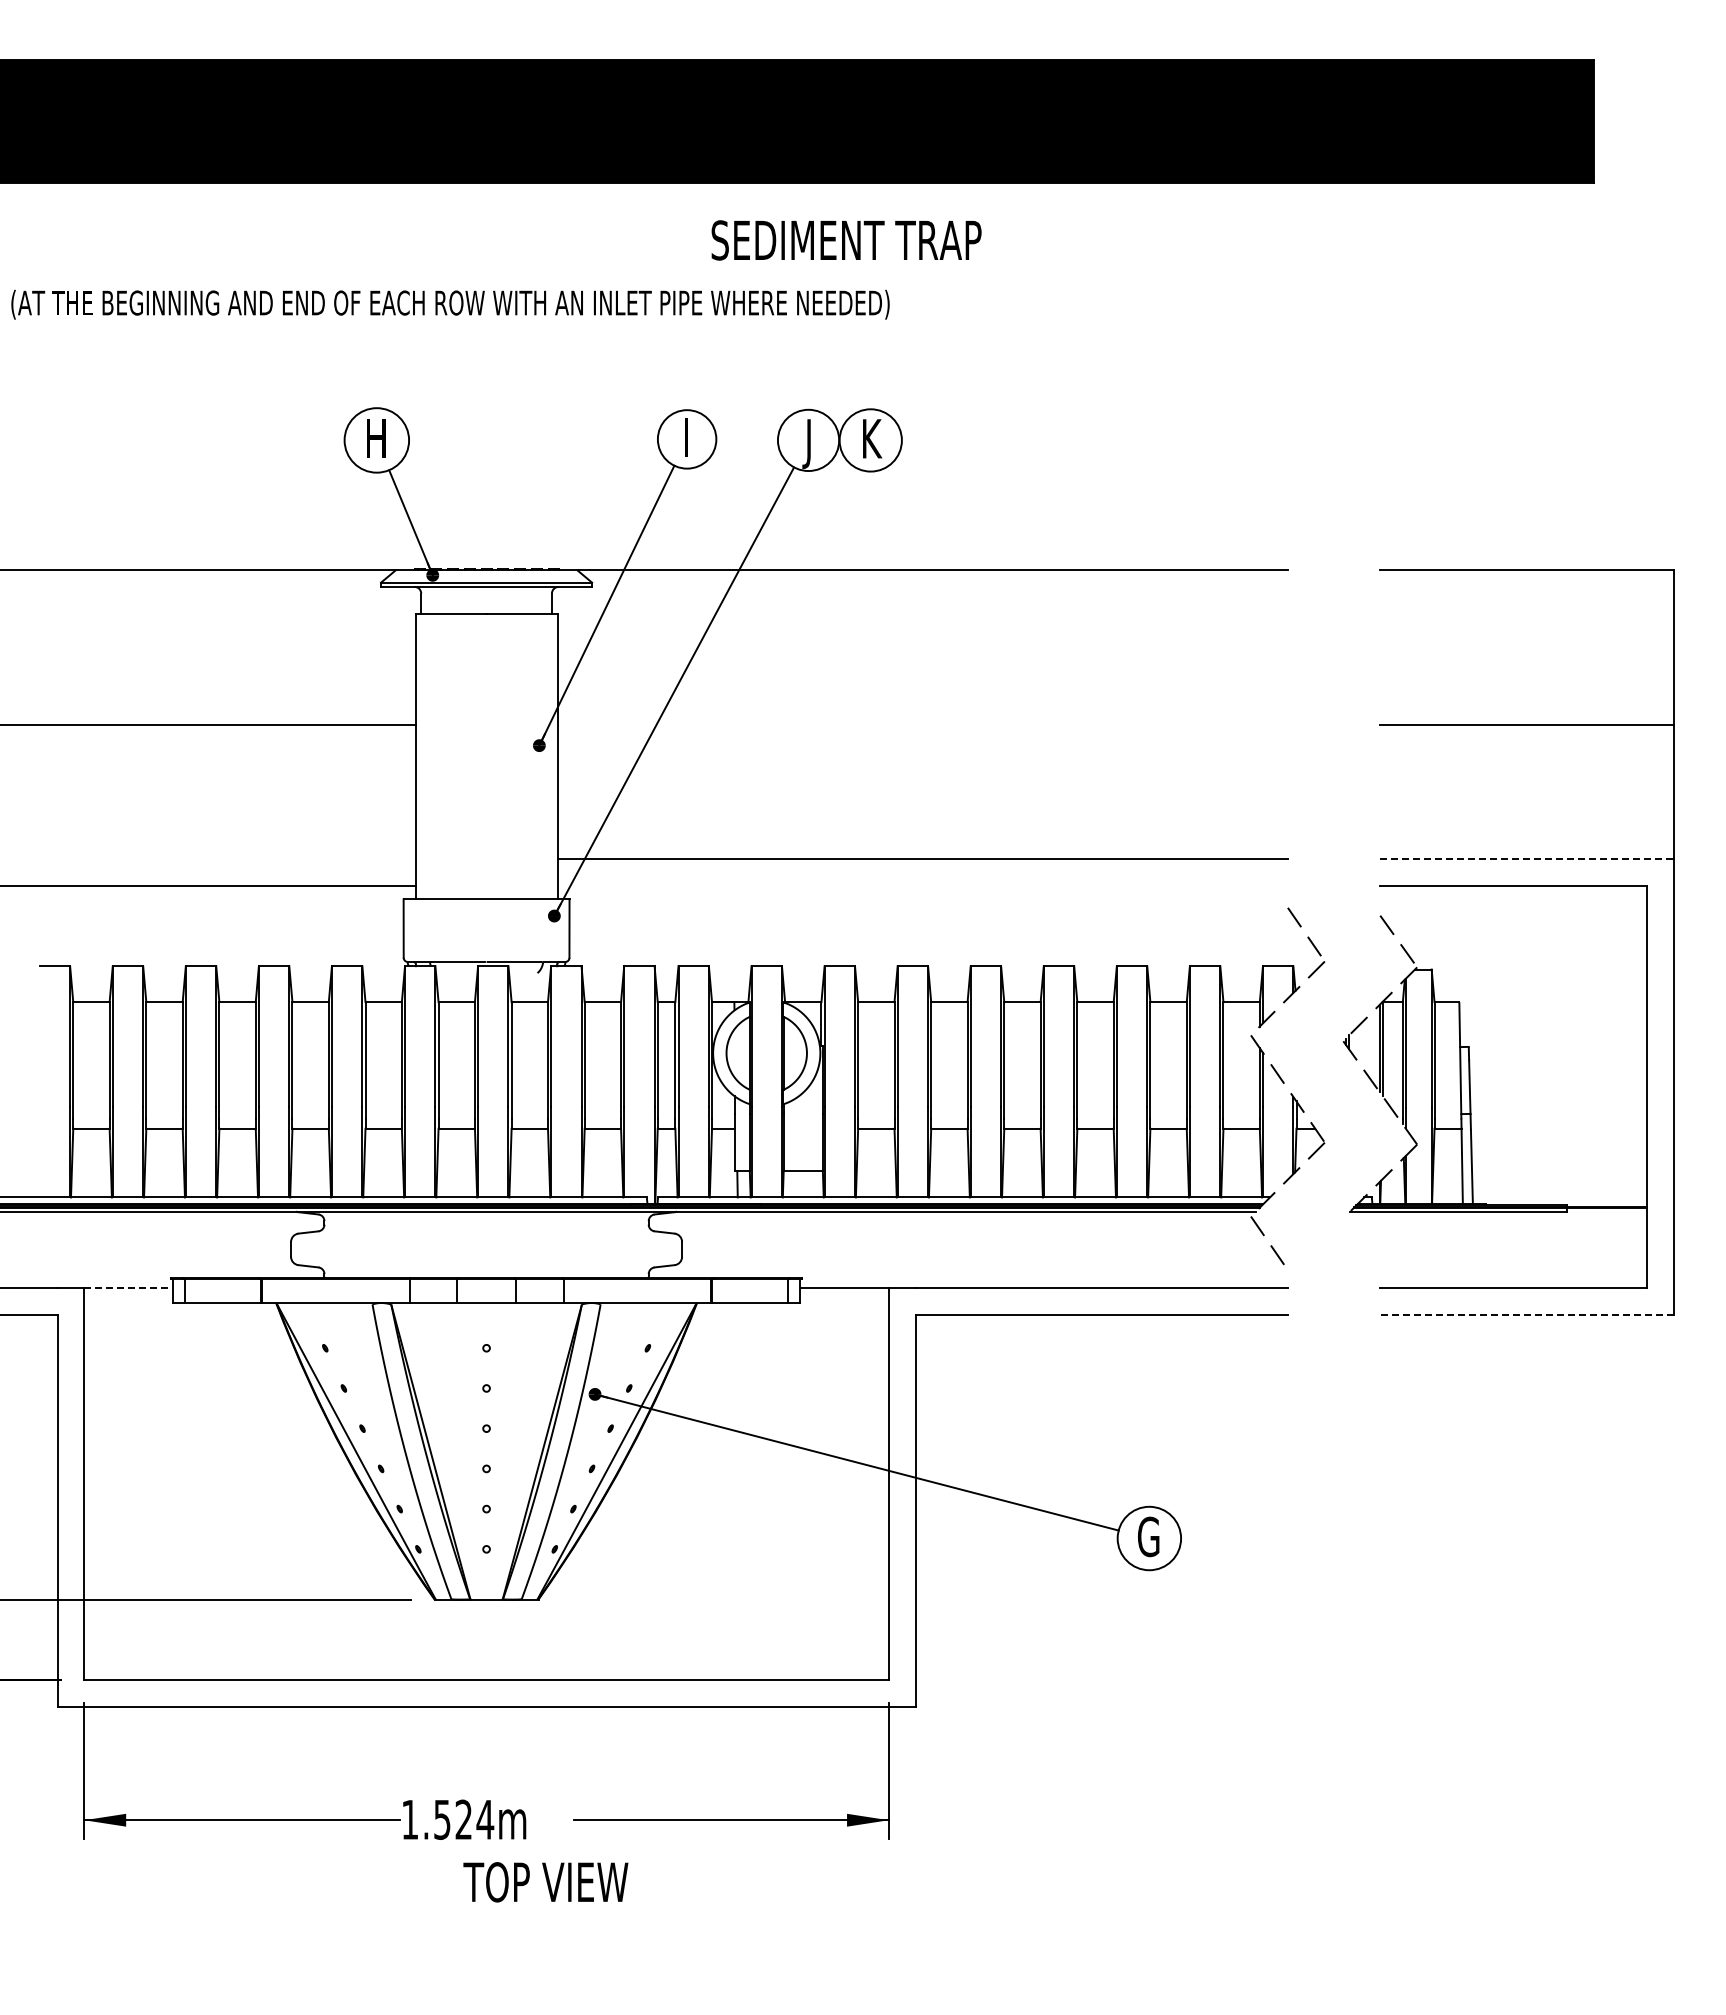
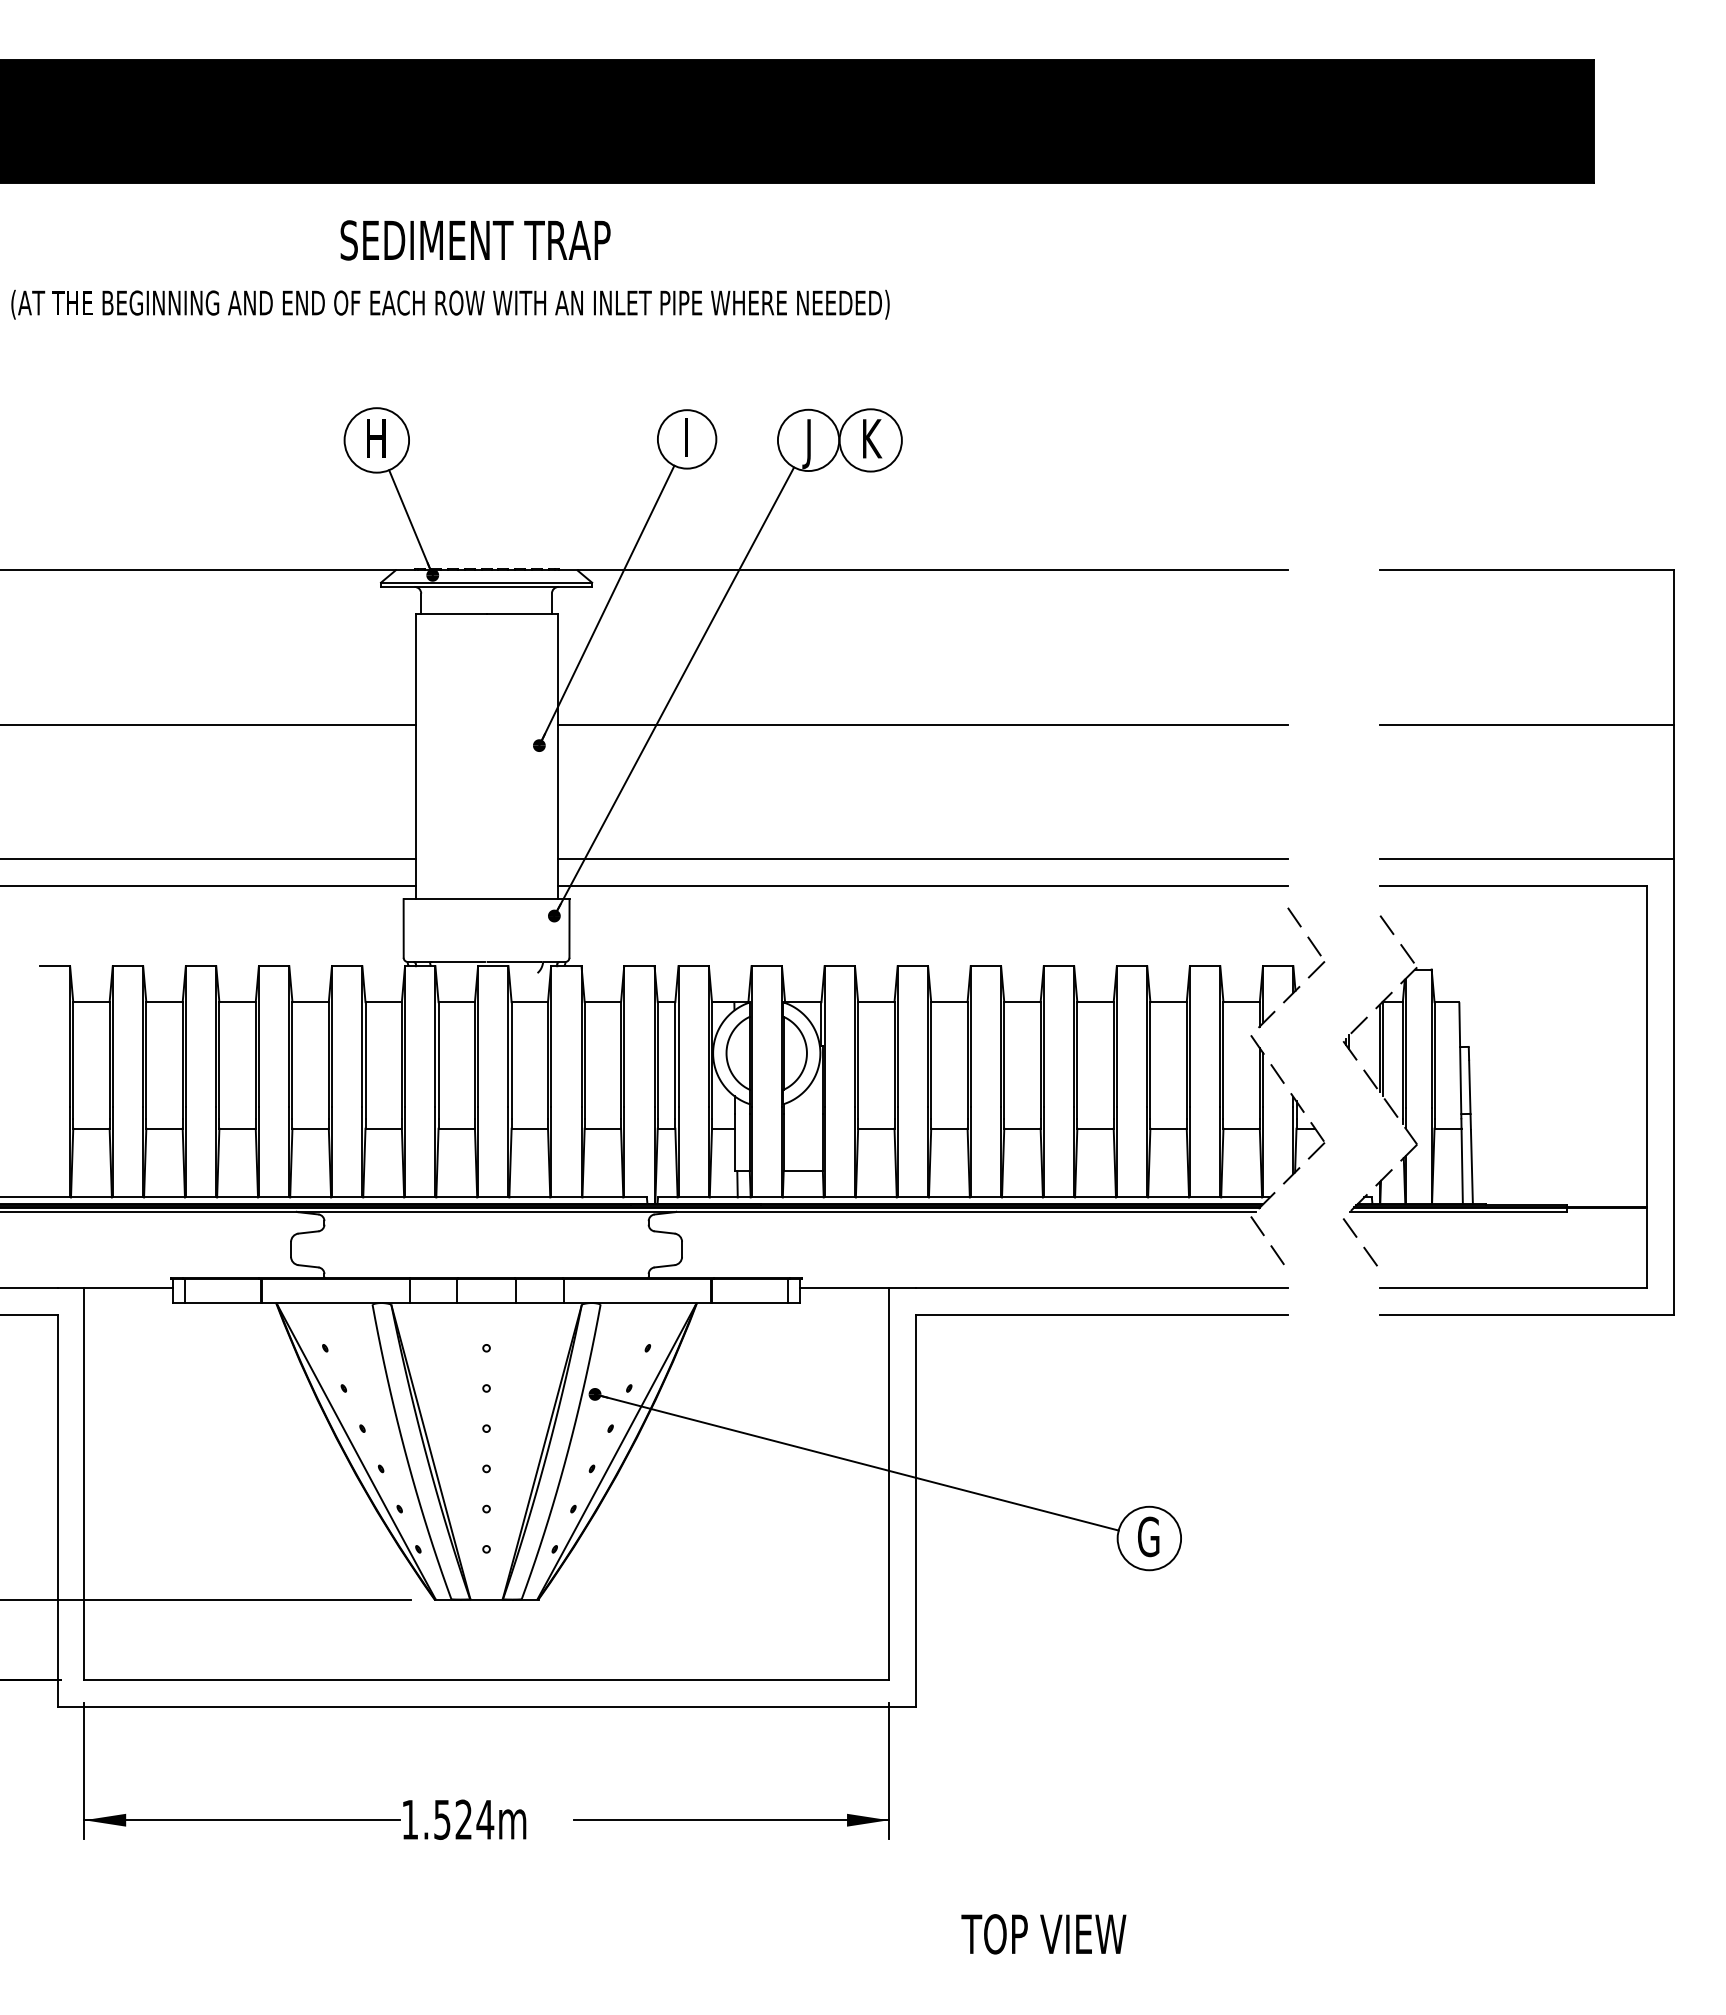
text at (846, 240) position: (846, 240) -> (475, 240)
line at (922, 724): none -> present
line at (208, 858): none -> present
line at (1527, 858): dashed -> solid
line at (922, 885): none -> present
line at (1357, 1237): none -> present
line at (129, 1287): dashed -> solid
line at (1527, 1314): dashed -> solid
text at (545, 1882) position: (545, 1882) -> (1043, 1934)
